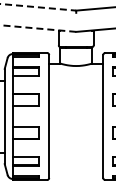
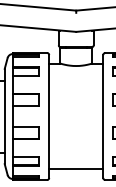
line at (38, 7): dashed -> solid
line at (37, 28): dashed -> solid
line at (76, 169): none -> present
